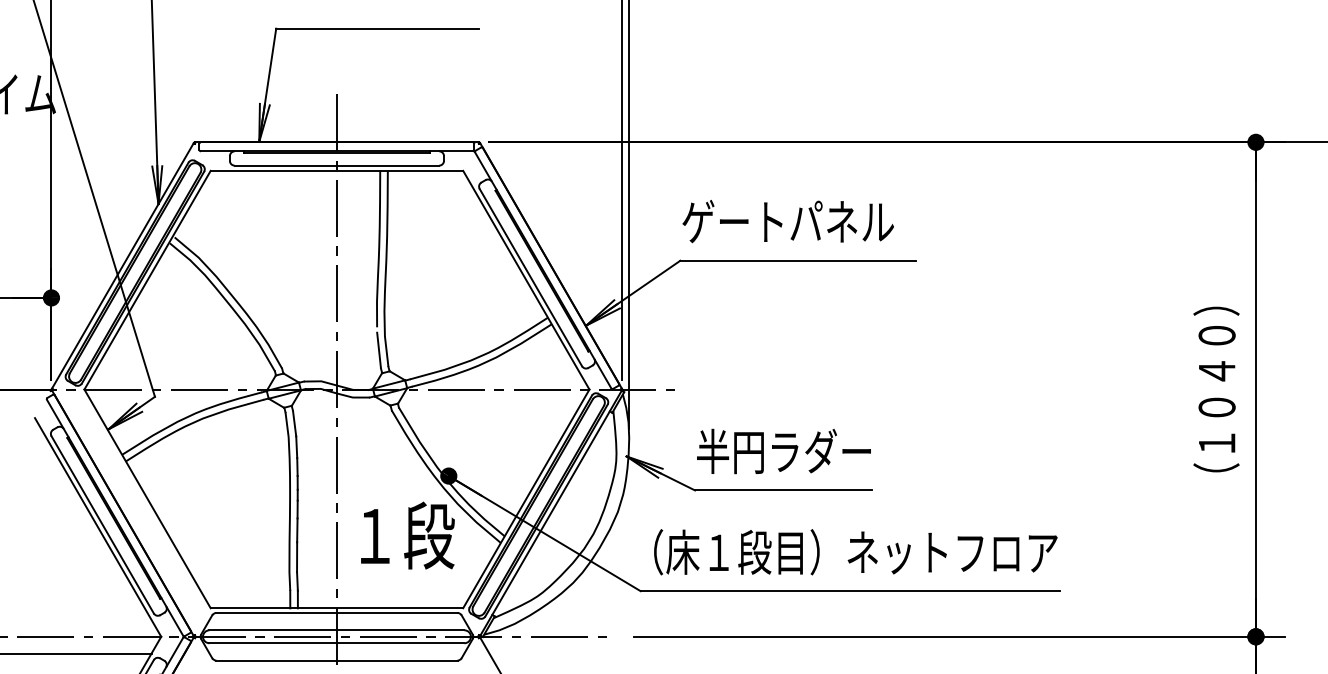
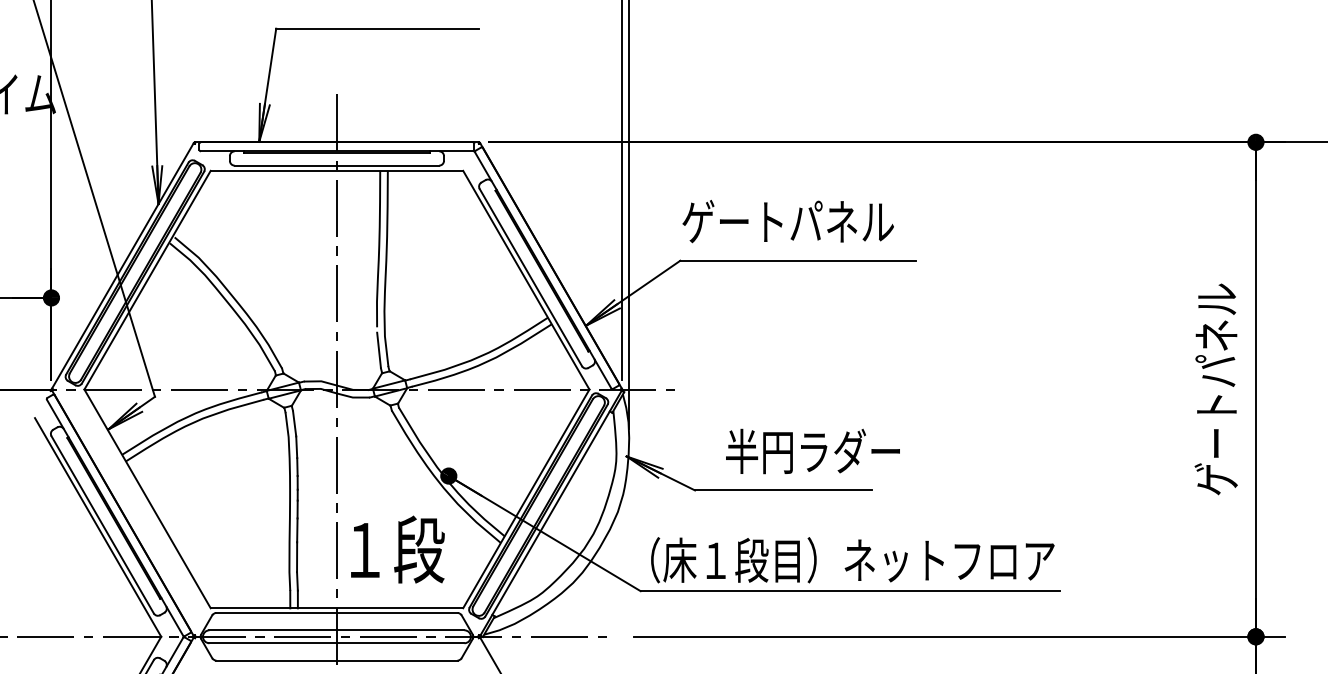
text at (1216, 389): （１０４０） -> ゲートパネル
text at (783, 451) position: (783, 451) -> (812, 451)
text at (407, 535) position: (407, 535) -> (397, 549)
text at (855, 552) position: (855, 552) -> (852, 560)
line at (76, 653): present -> none
